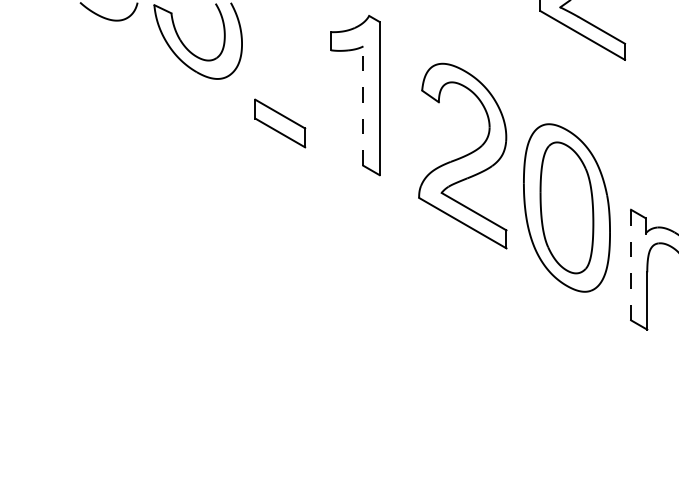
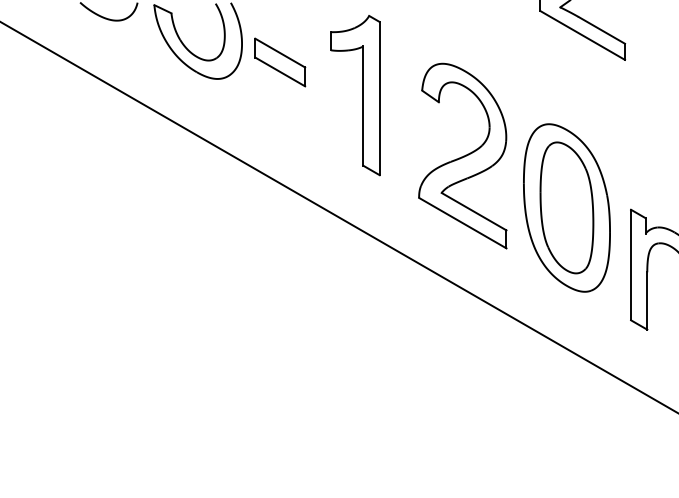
line at (363, 106): dashed -> solid
part at (280, 123) position: (280, 123) -> (280, 62)
line at (338, 217): none -> present
line at (631, 264): dashed -> solid
